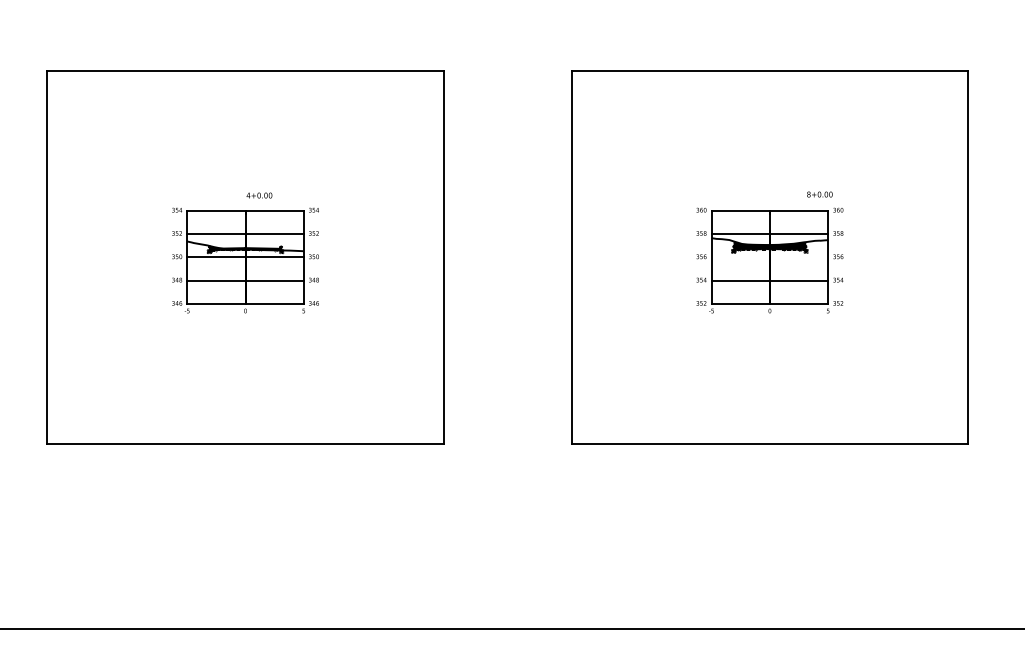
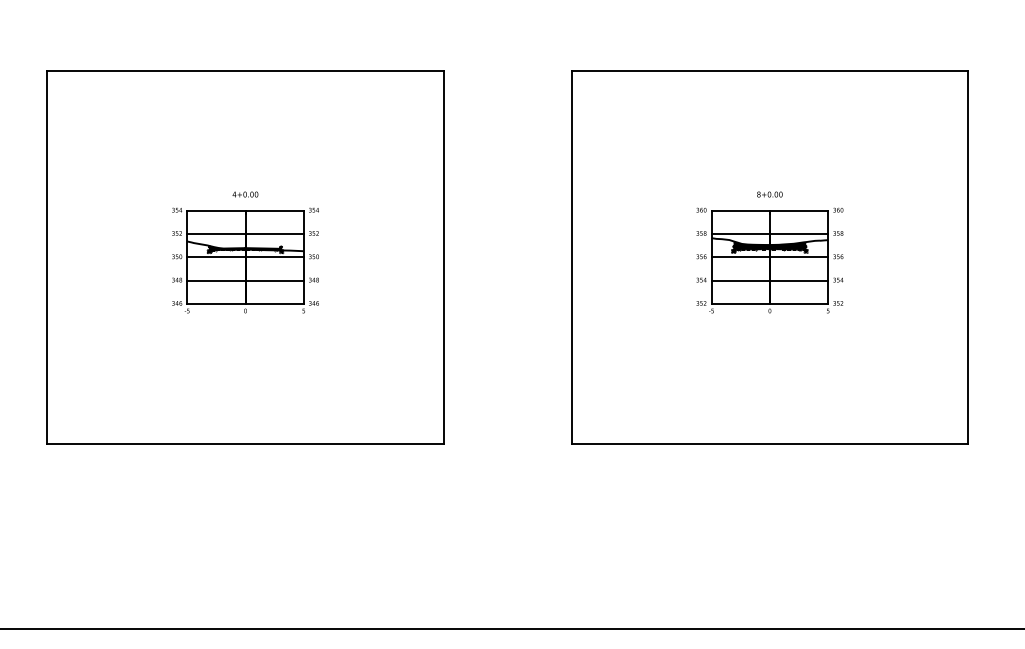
text at (819, 194) position: (819, 194) -> (769, 194)
text at (259, 195) position: (259, 195) -> (245, 194)
line at (769, 257): none -> present
